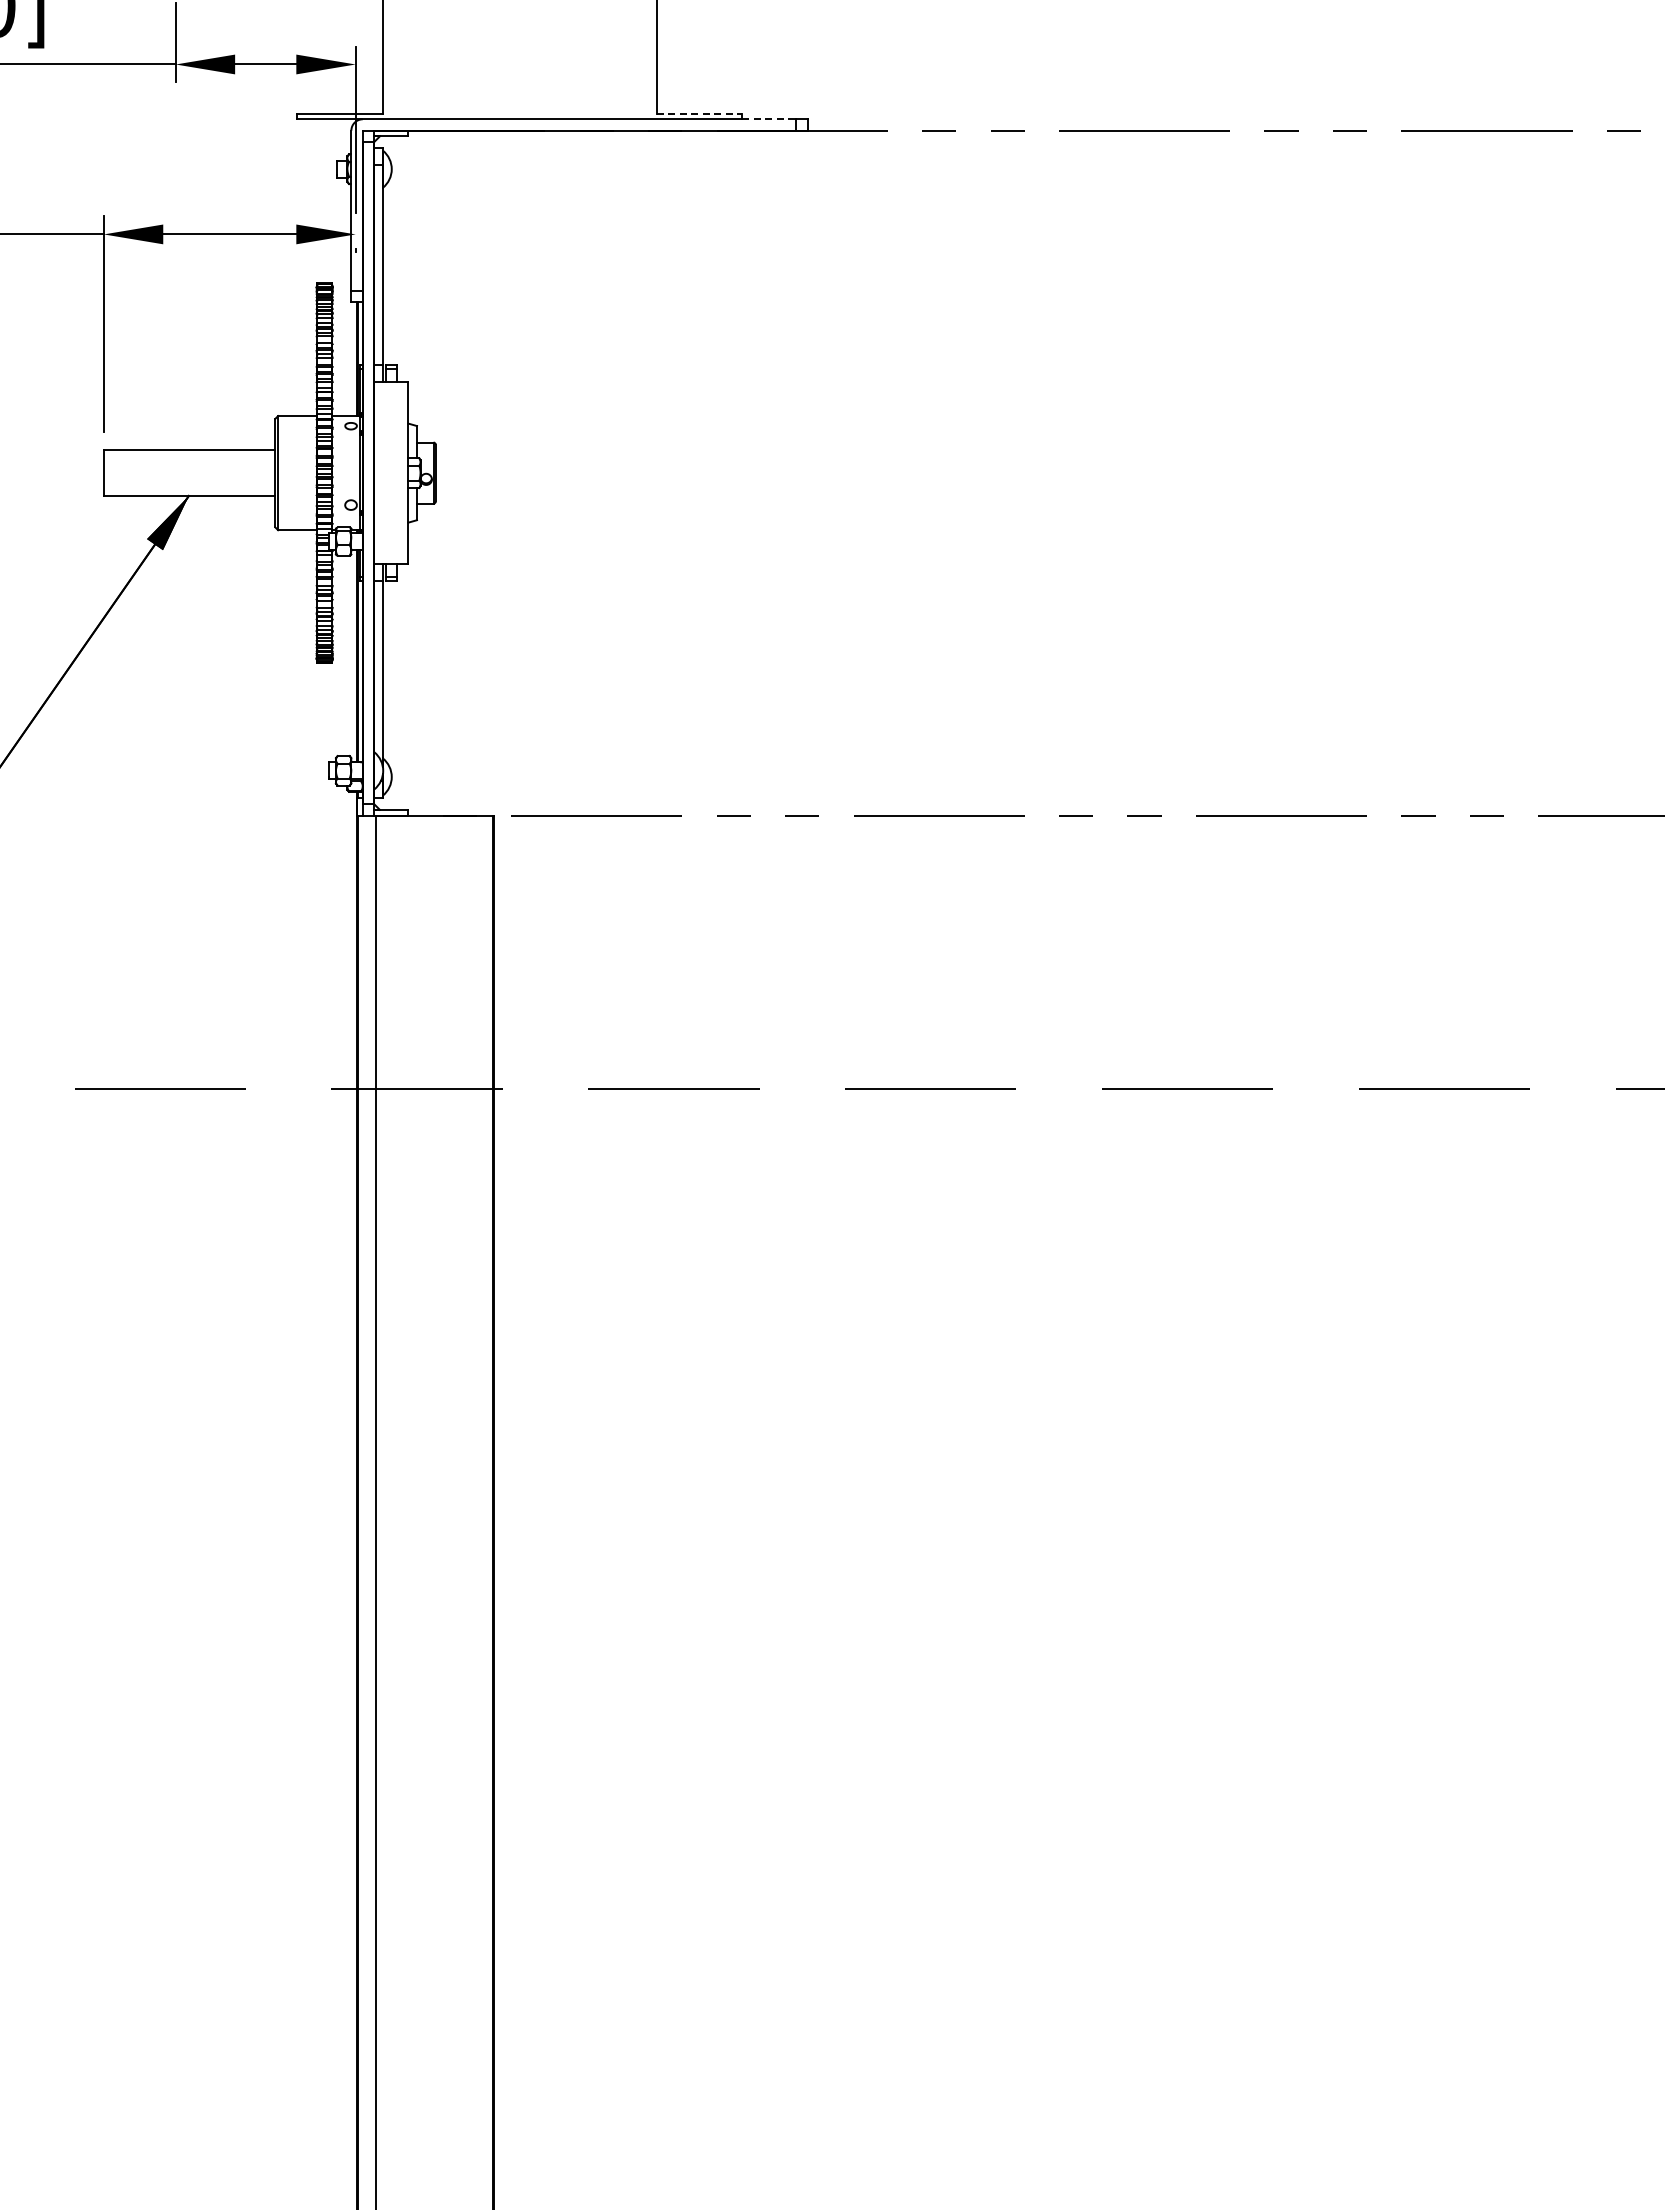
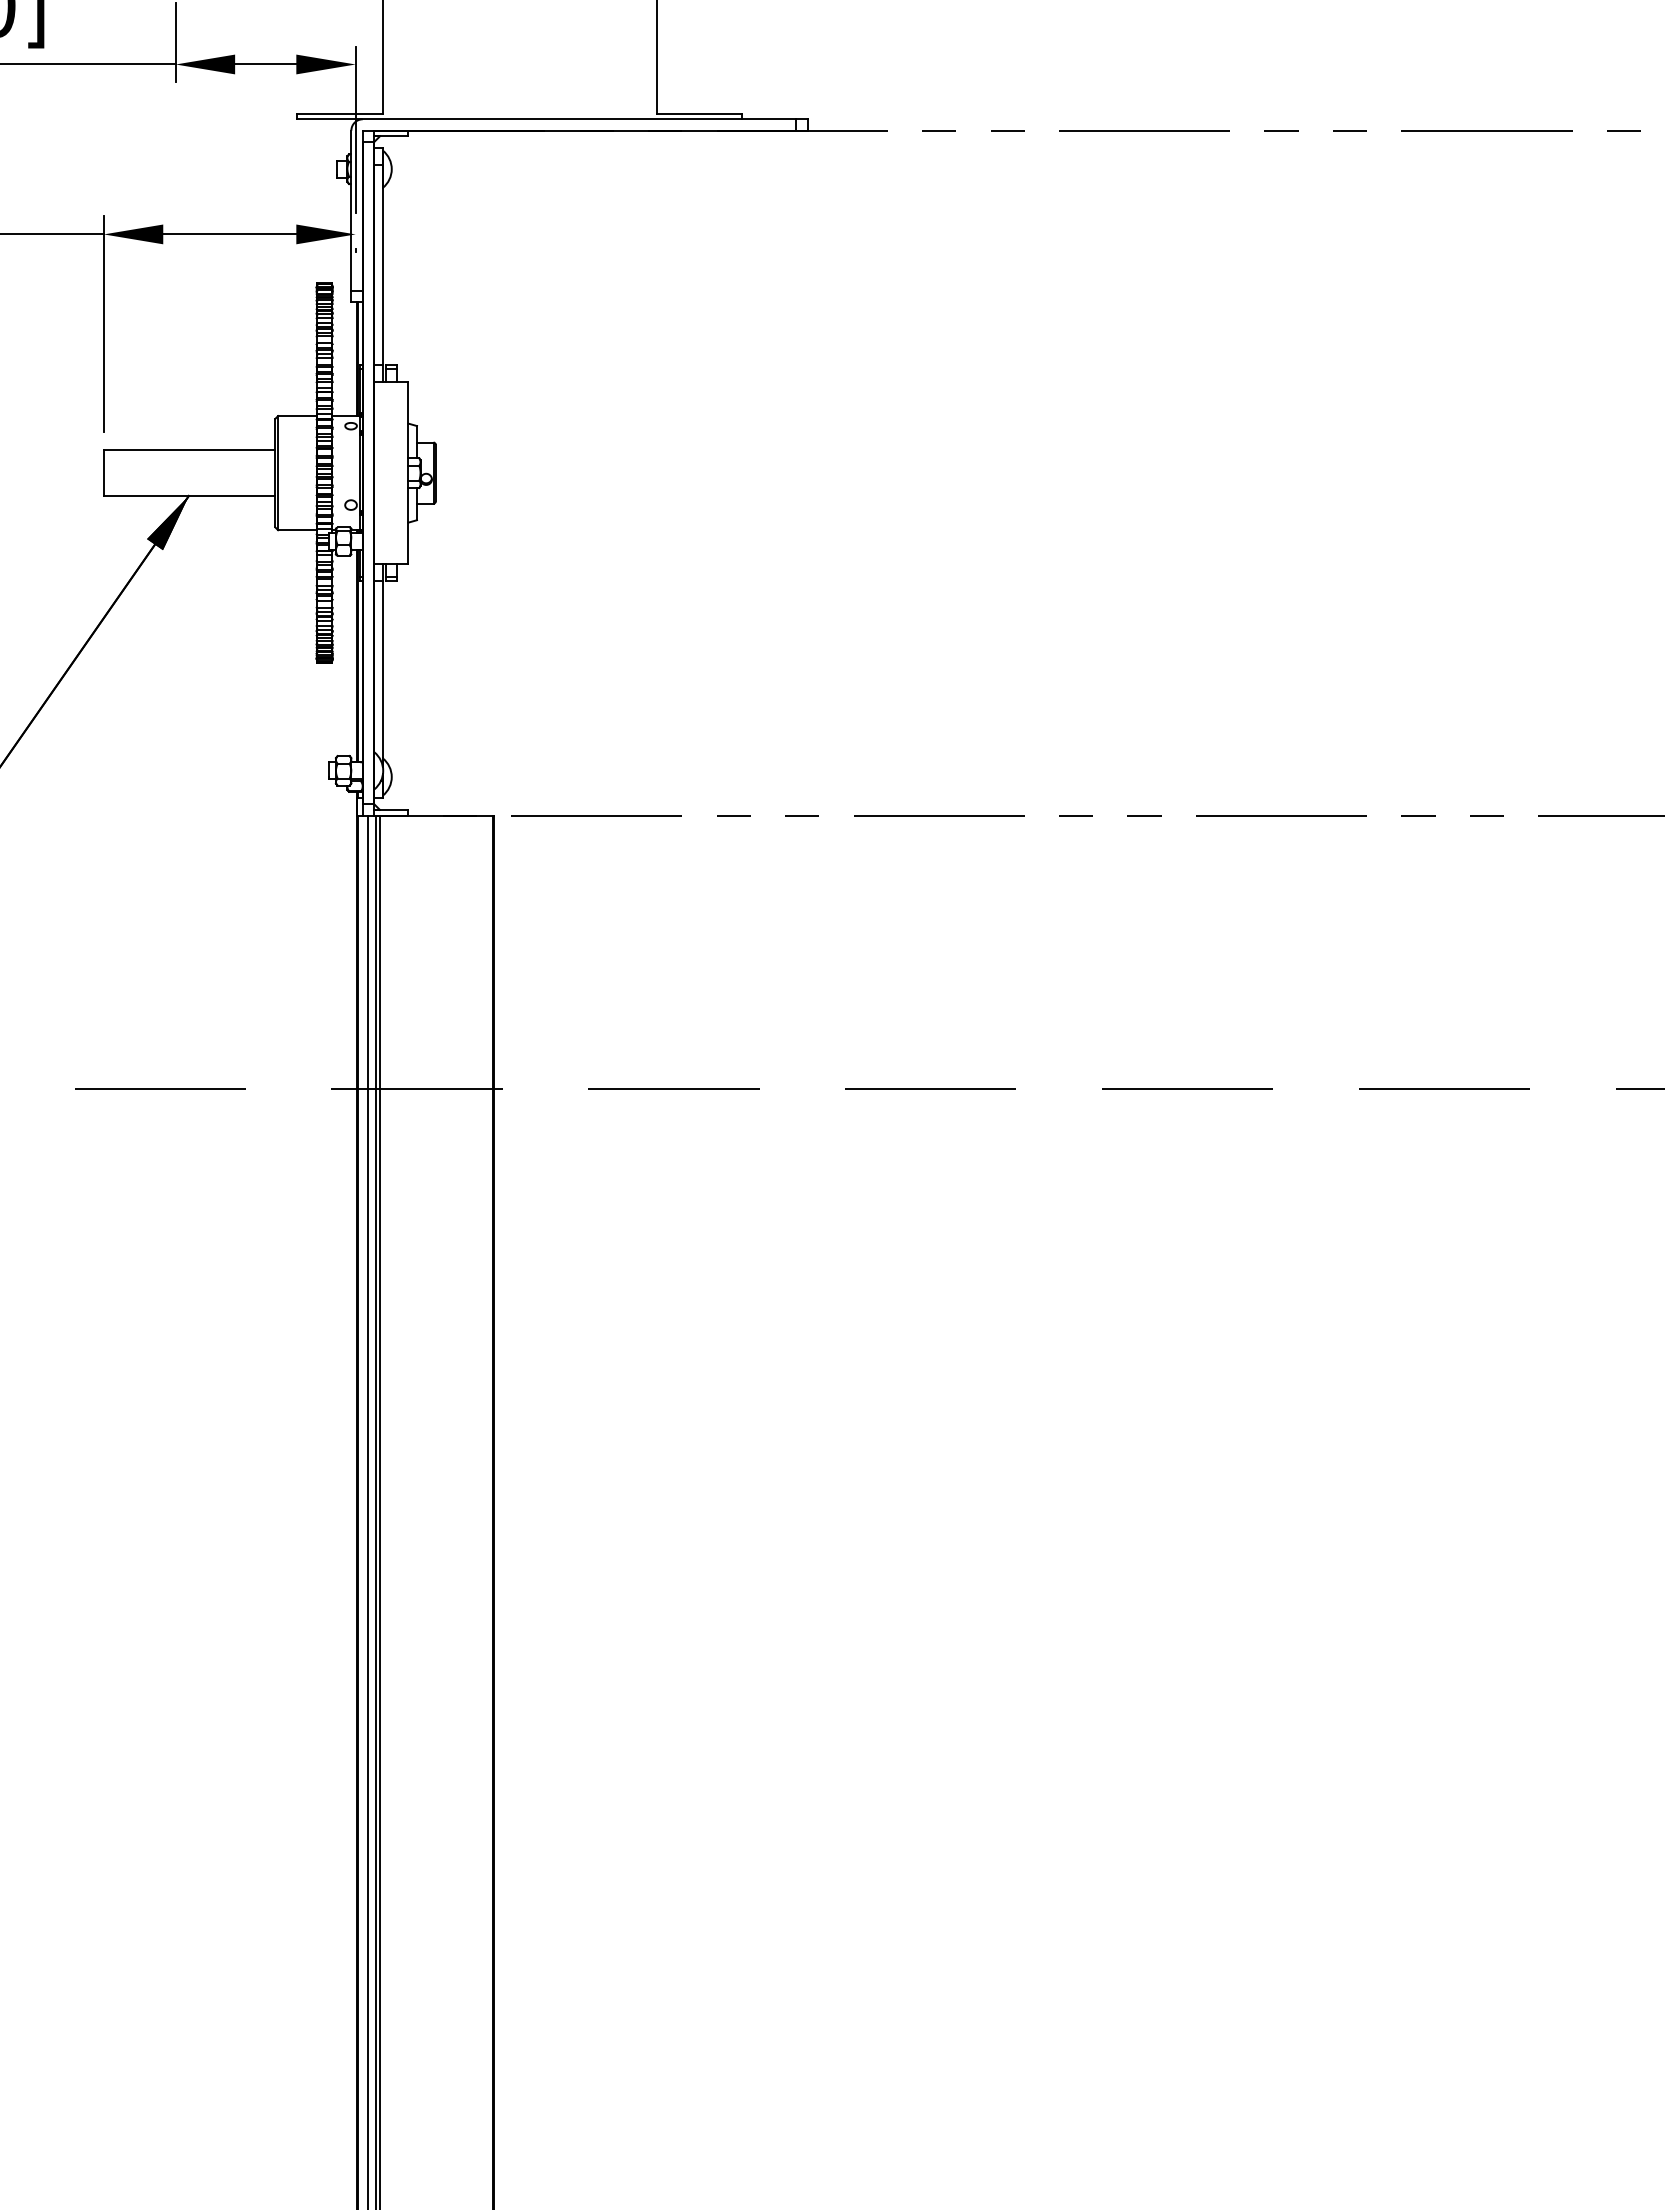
line at (699, 113): dashed -> solid
line at (769, 119): dashed -> solid
line at (368, 1510): none -> present
line at (379, 1510): none -> present
